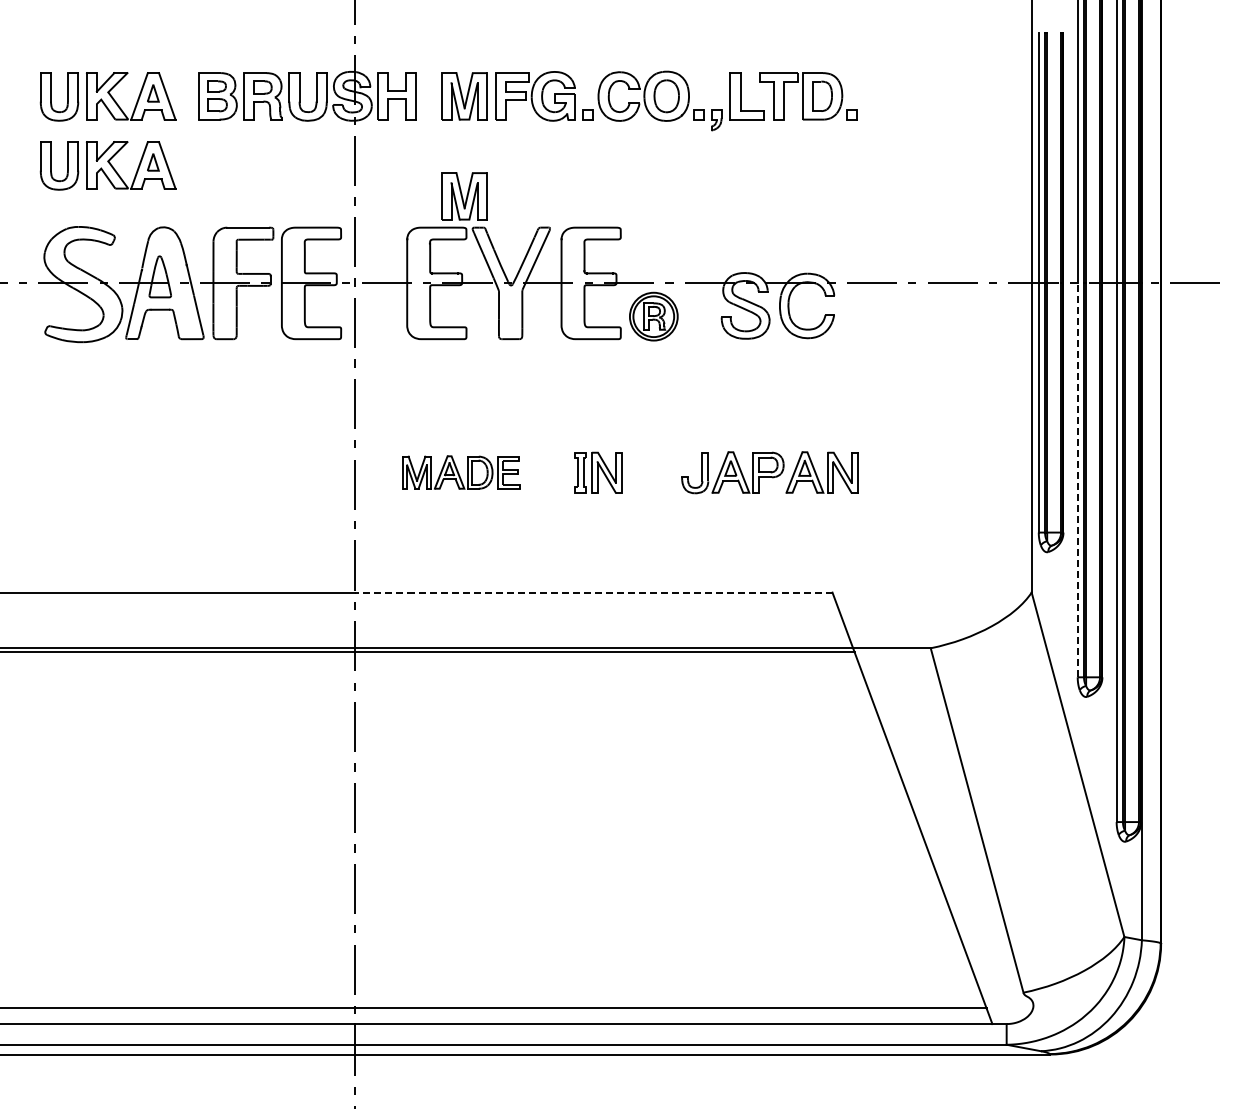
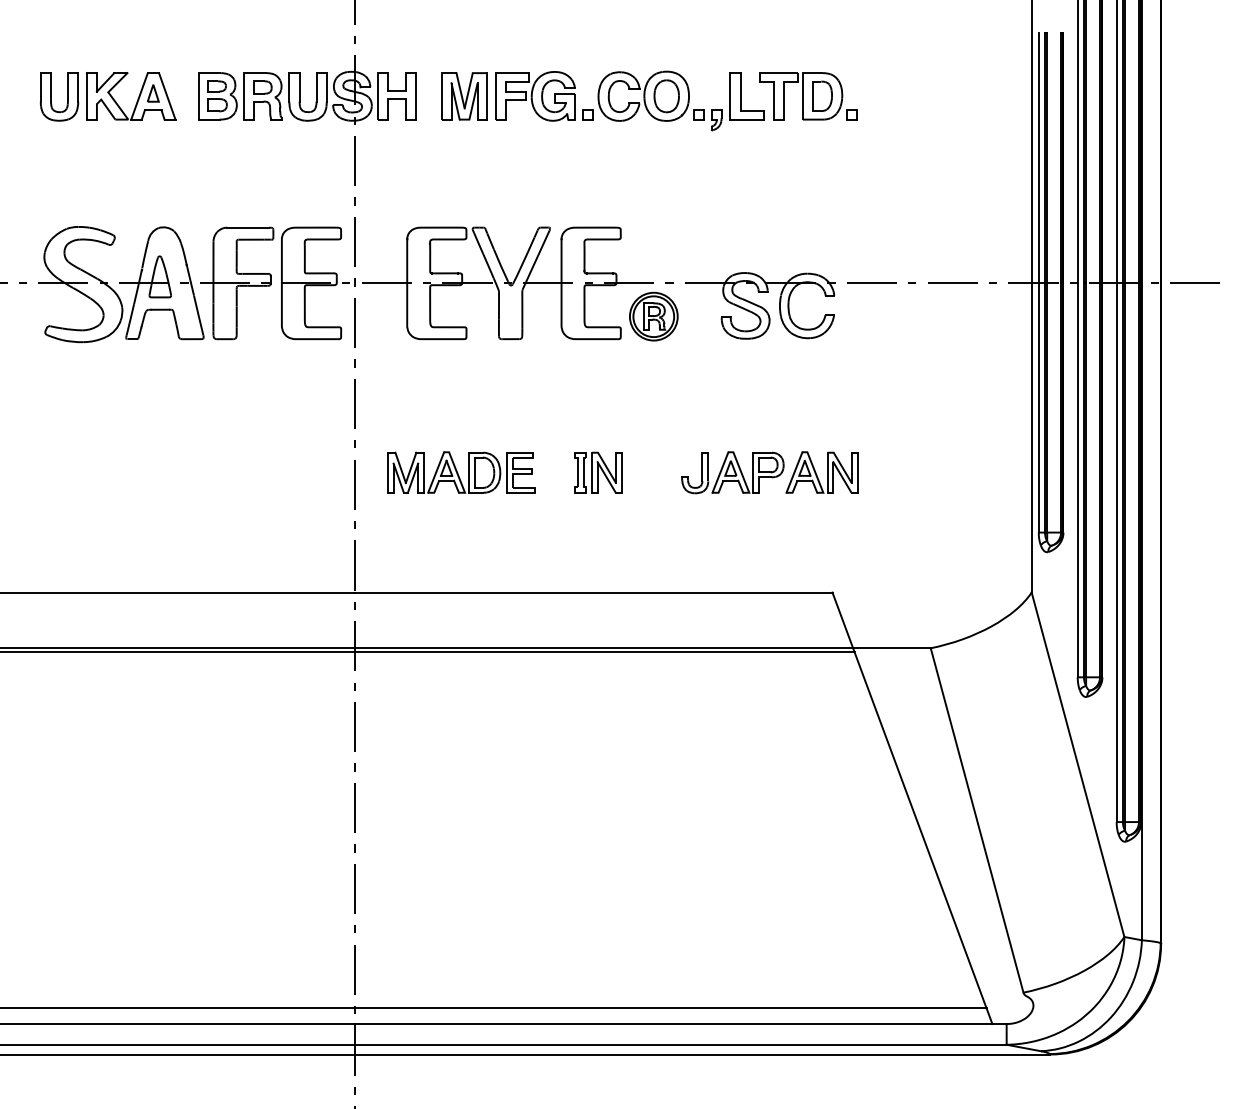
part at (107, 165): present -> none
part at (464, 196): present -> none
part at (461, 472) size: 119x35 px -> 149x43 px
line at (1077, 479): dashed -> solid
line at (593, 592): dashed -> solid
